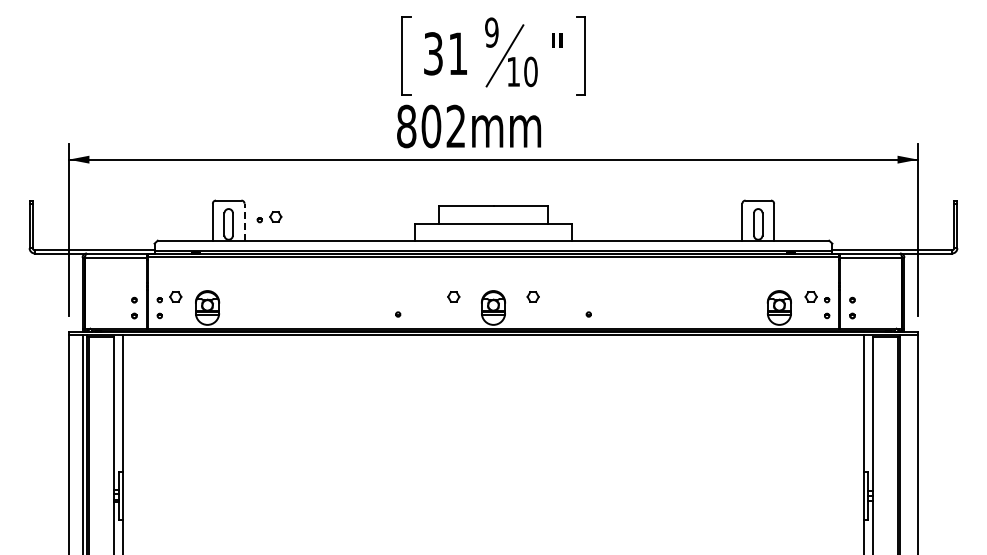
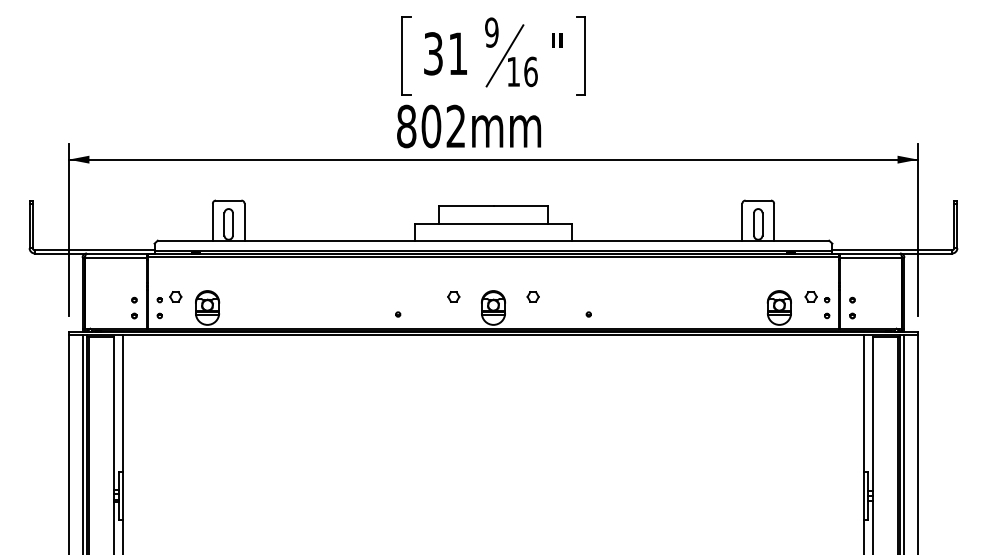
text at (530, 71): 10 -> 16
part at (269, 217): present -> none
line at (244, 221): dashed -> solid
line at (904, 442): none -> present
